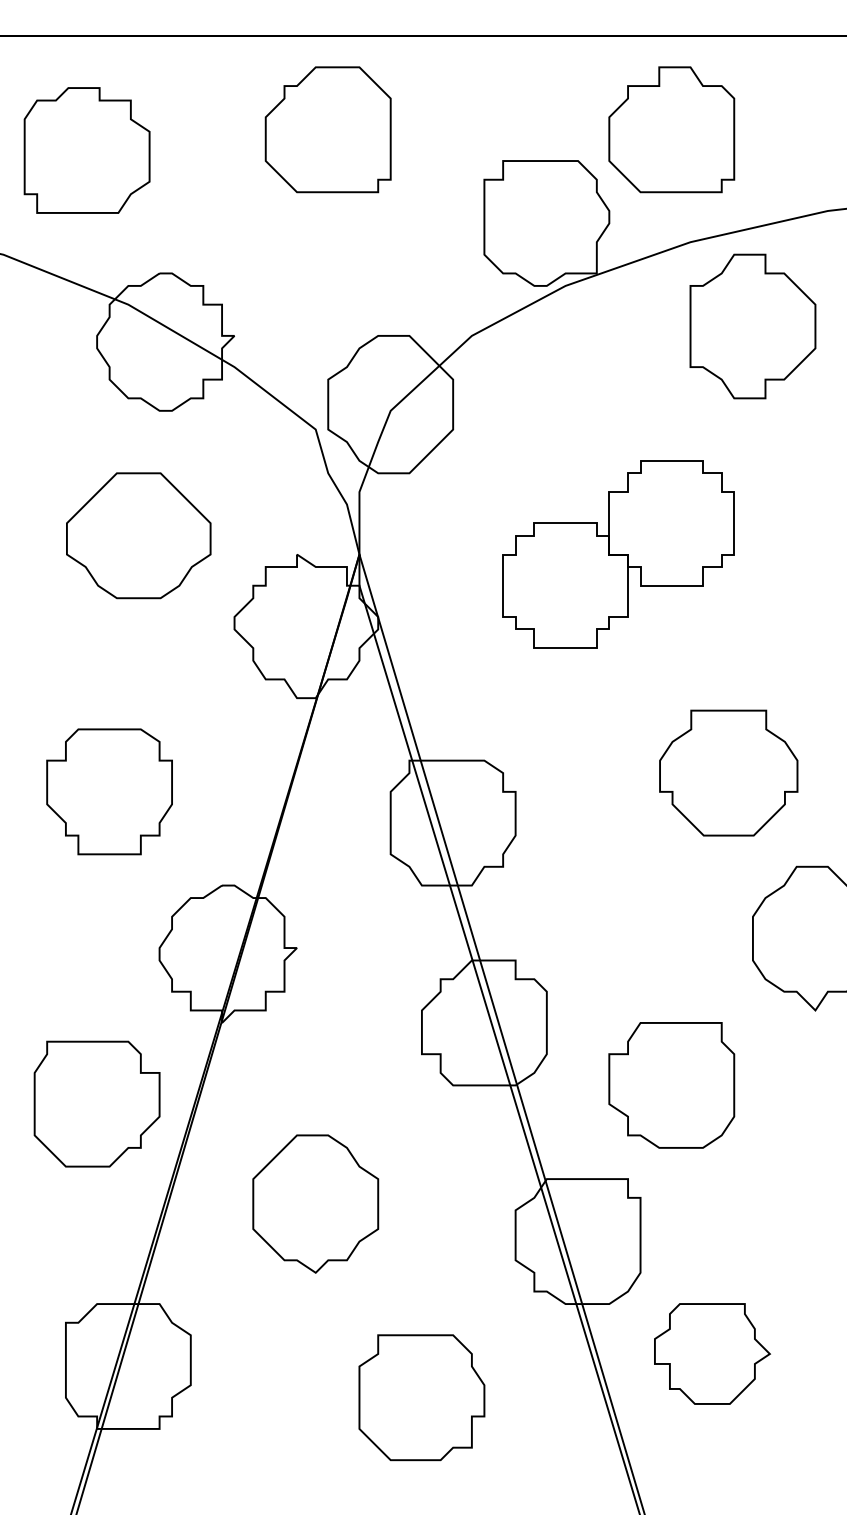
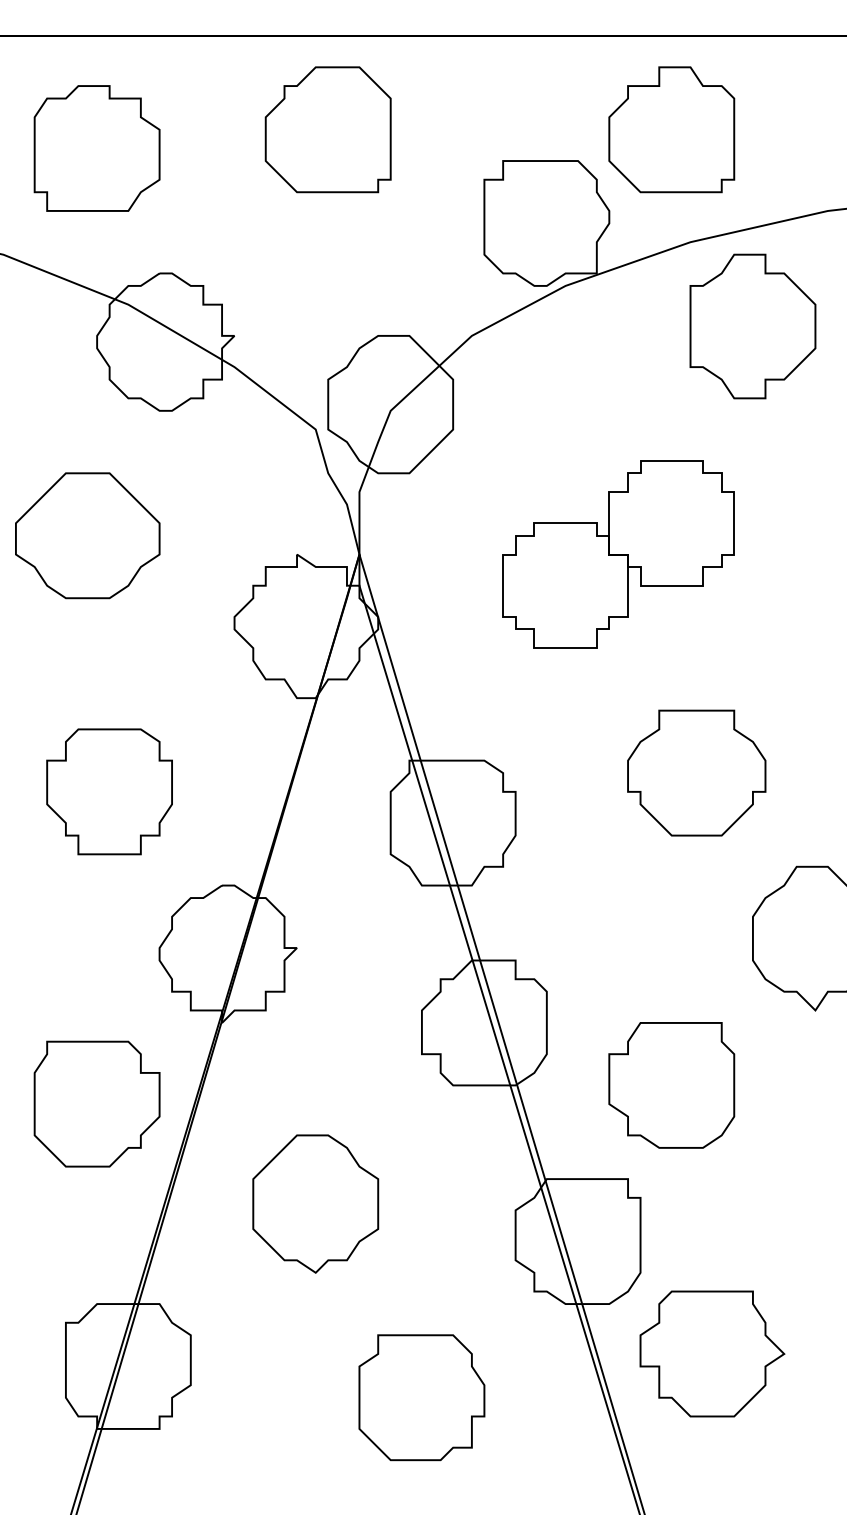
part at (86, 150) position: (86, 150) -> (96, 148)
part at (138, 535) position: (138, 535) -> (87, 535)
part at (728, 772) position: (728, 772) -> (696, 772)
part at (712, 1353) size: 117x102 px -> 147x128 px
